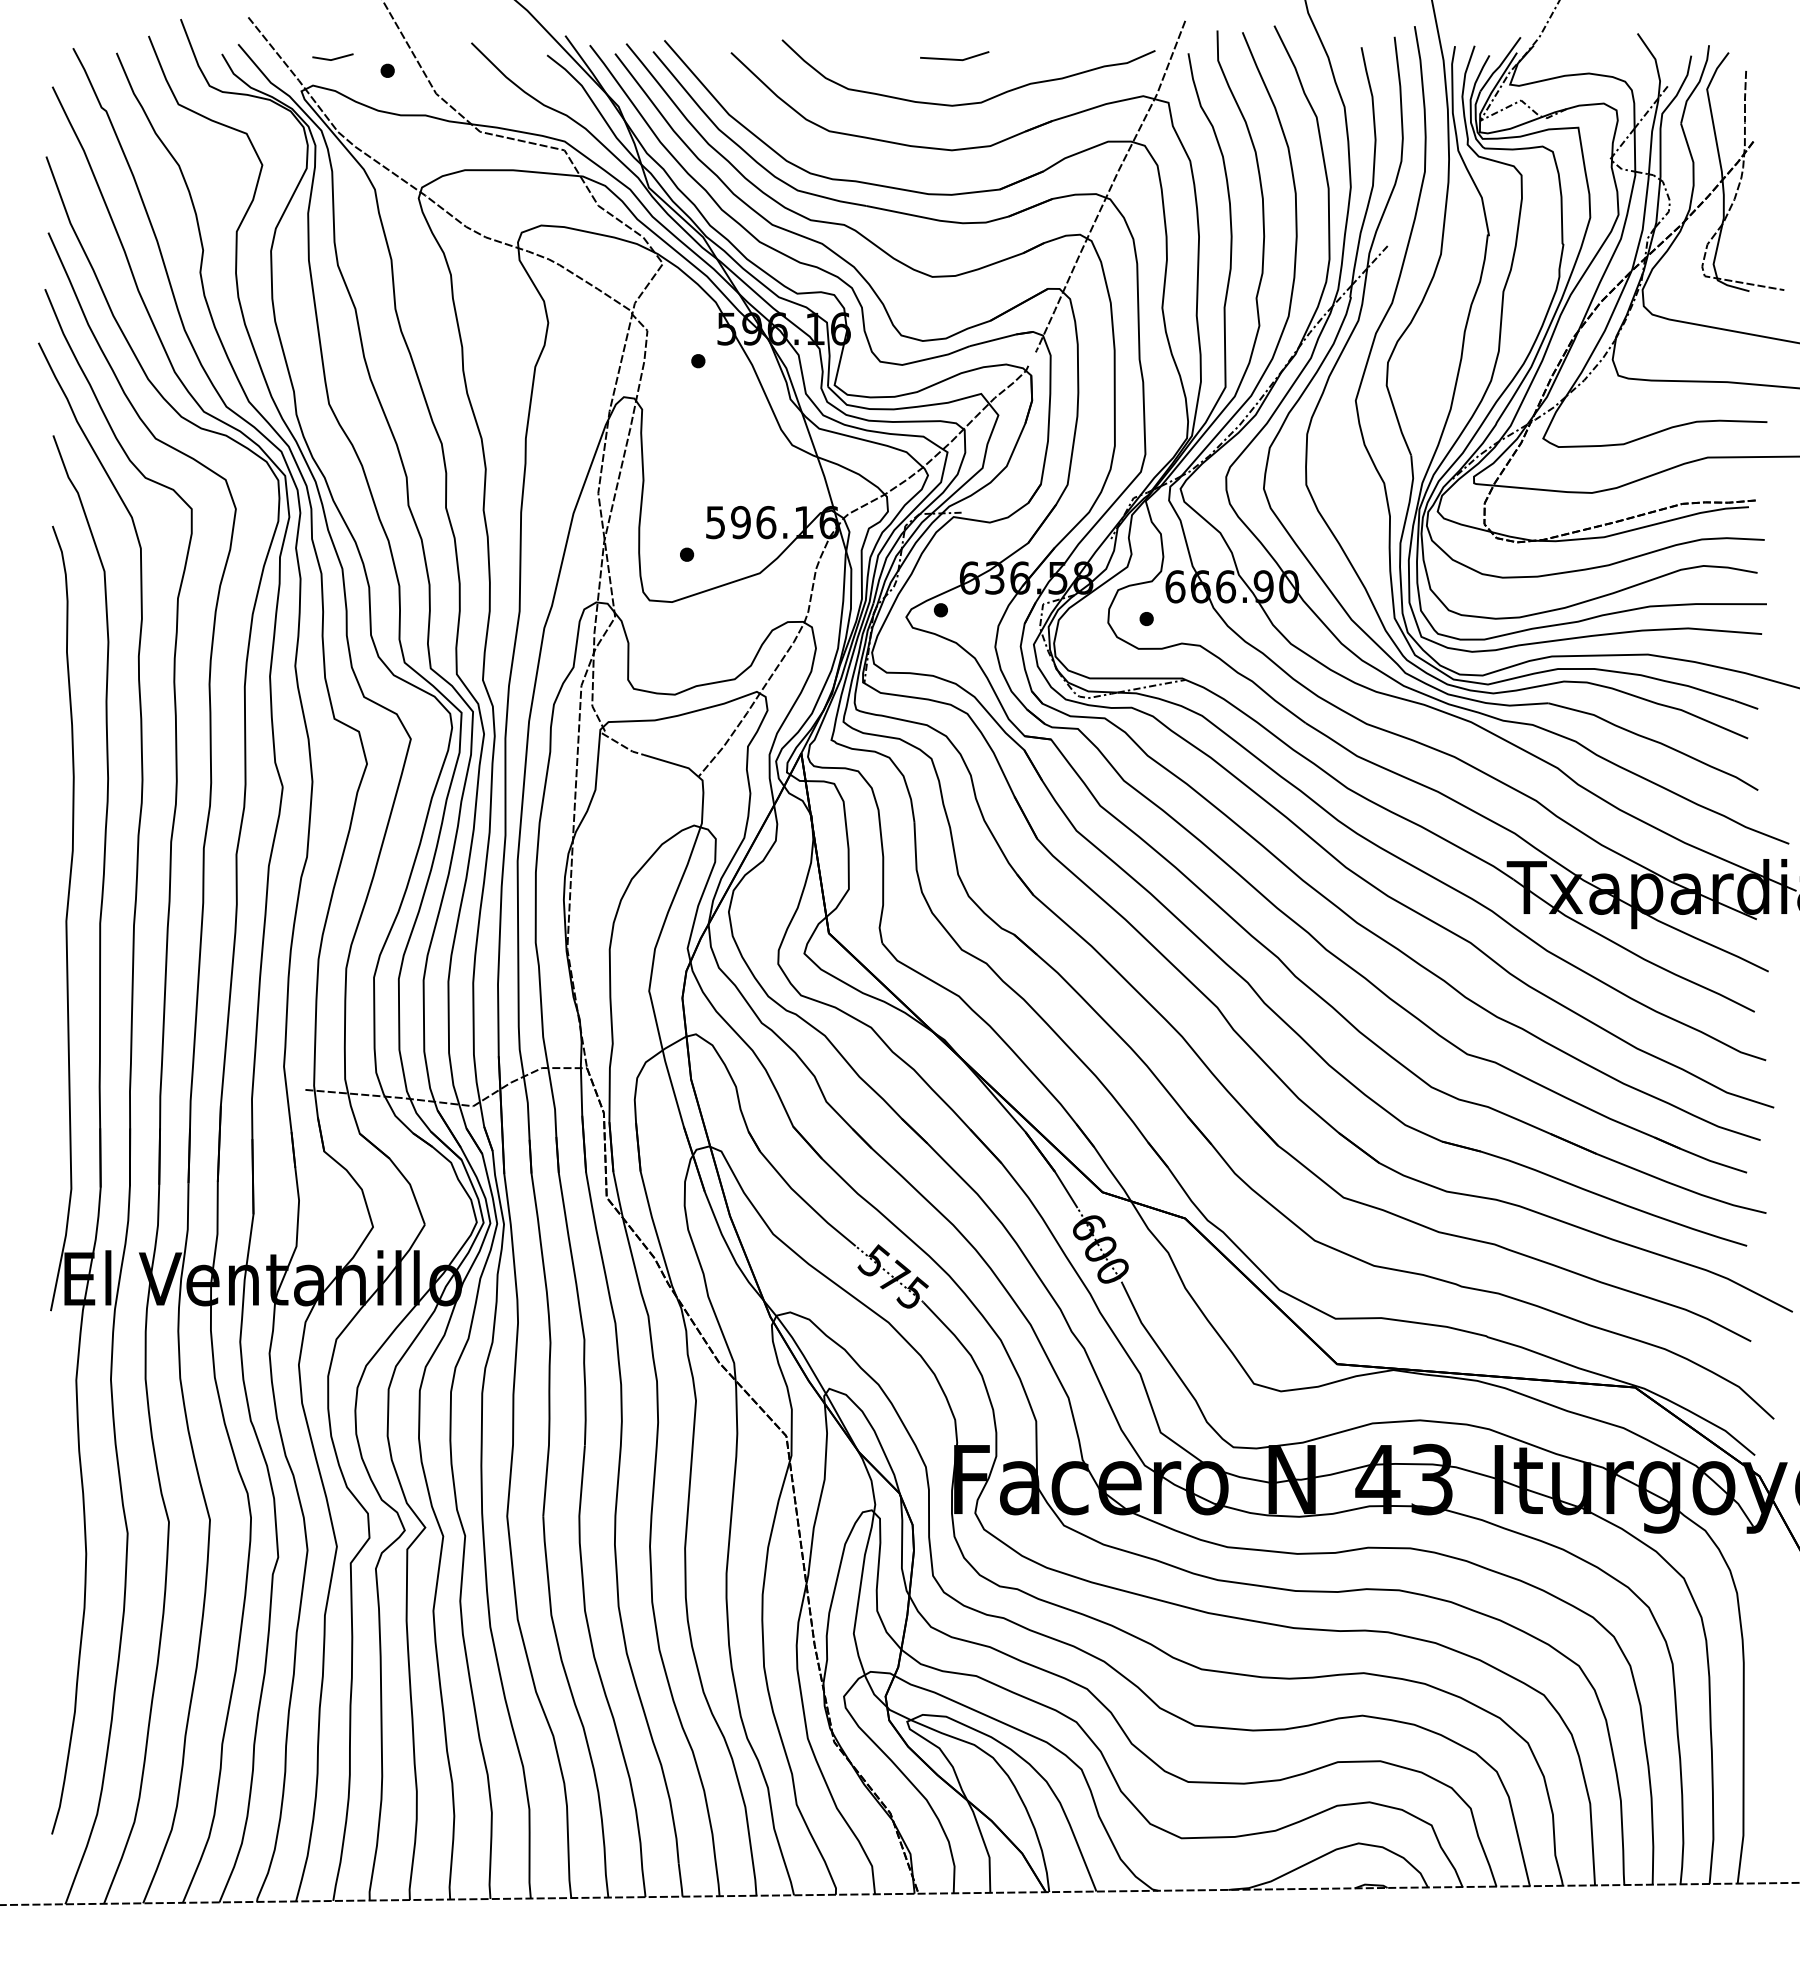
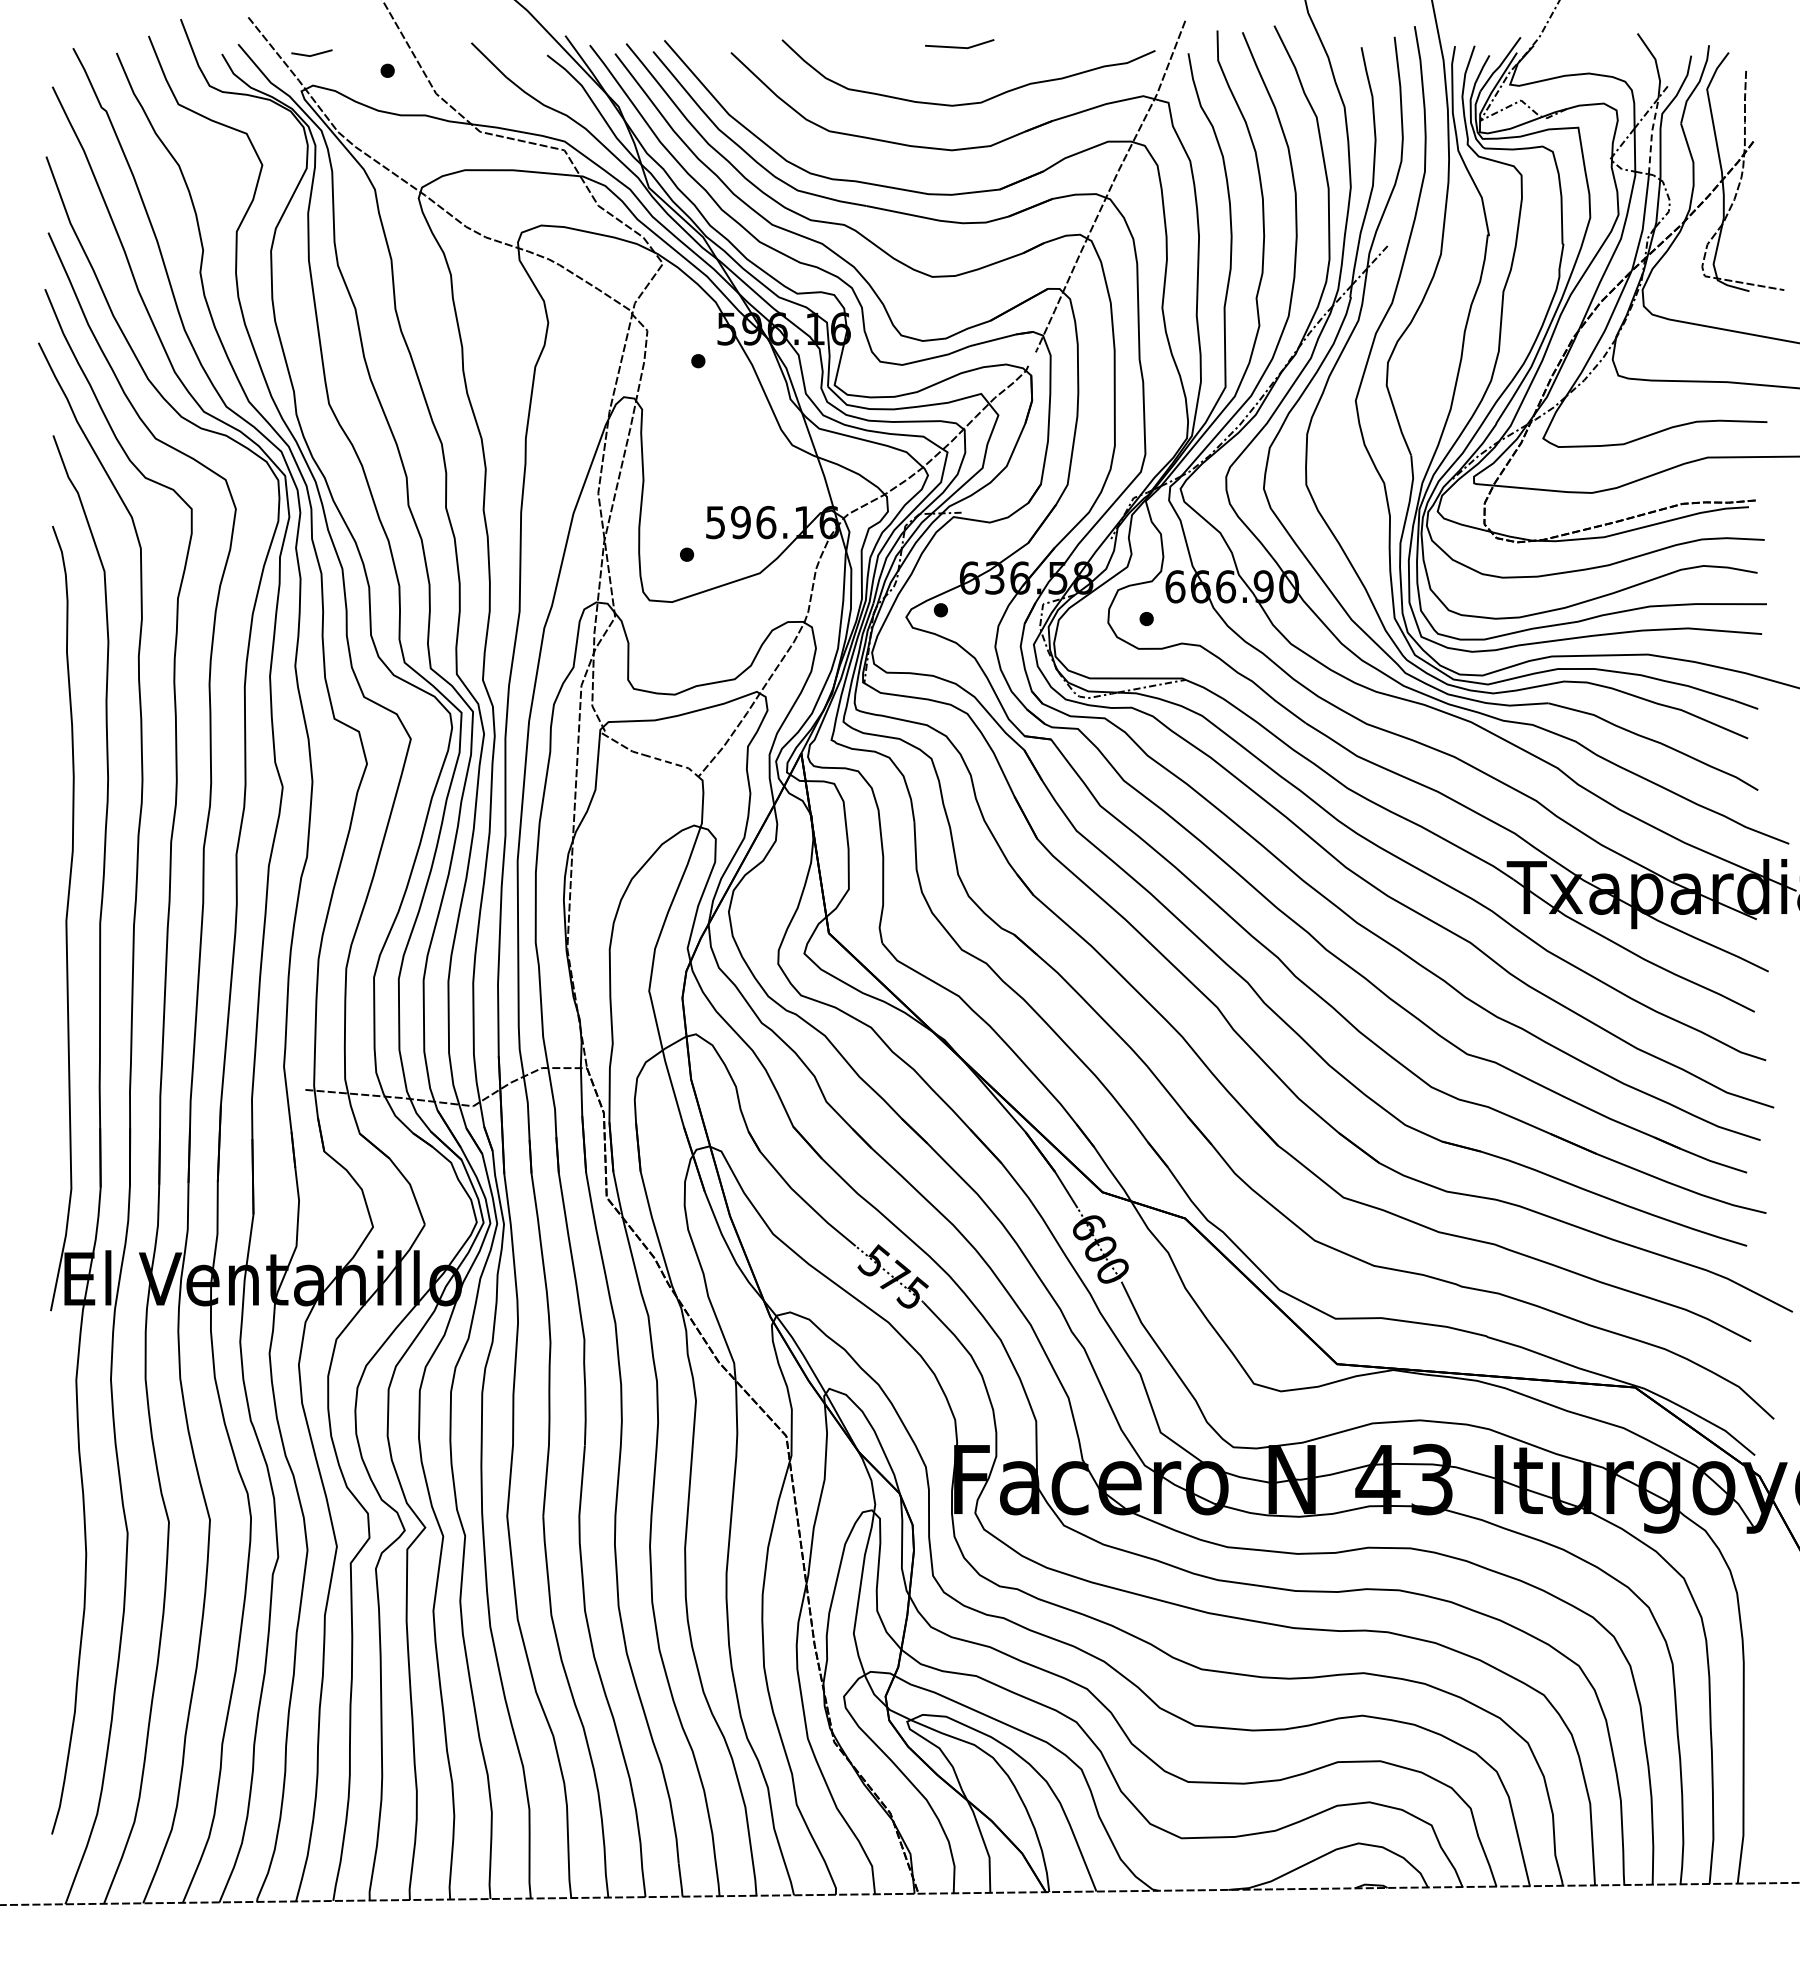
line at (332, 58) position: (332, 58) -> (311, 54)
line at (954, 58) position: (954, 58) -> (959, 46)
line at (1651, 134): solid -> dashed
line at (673, 763): solid -> dashed
